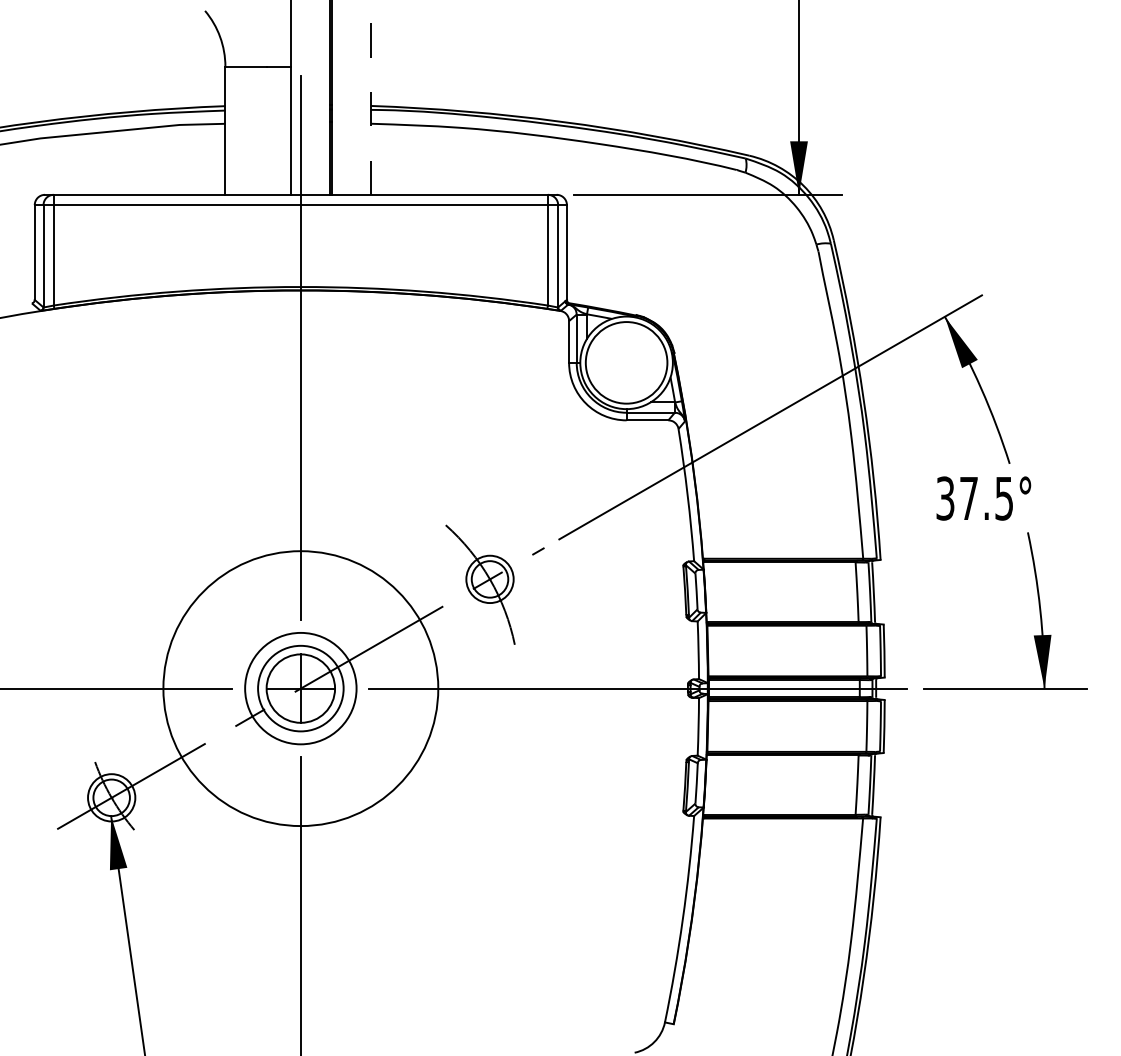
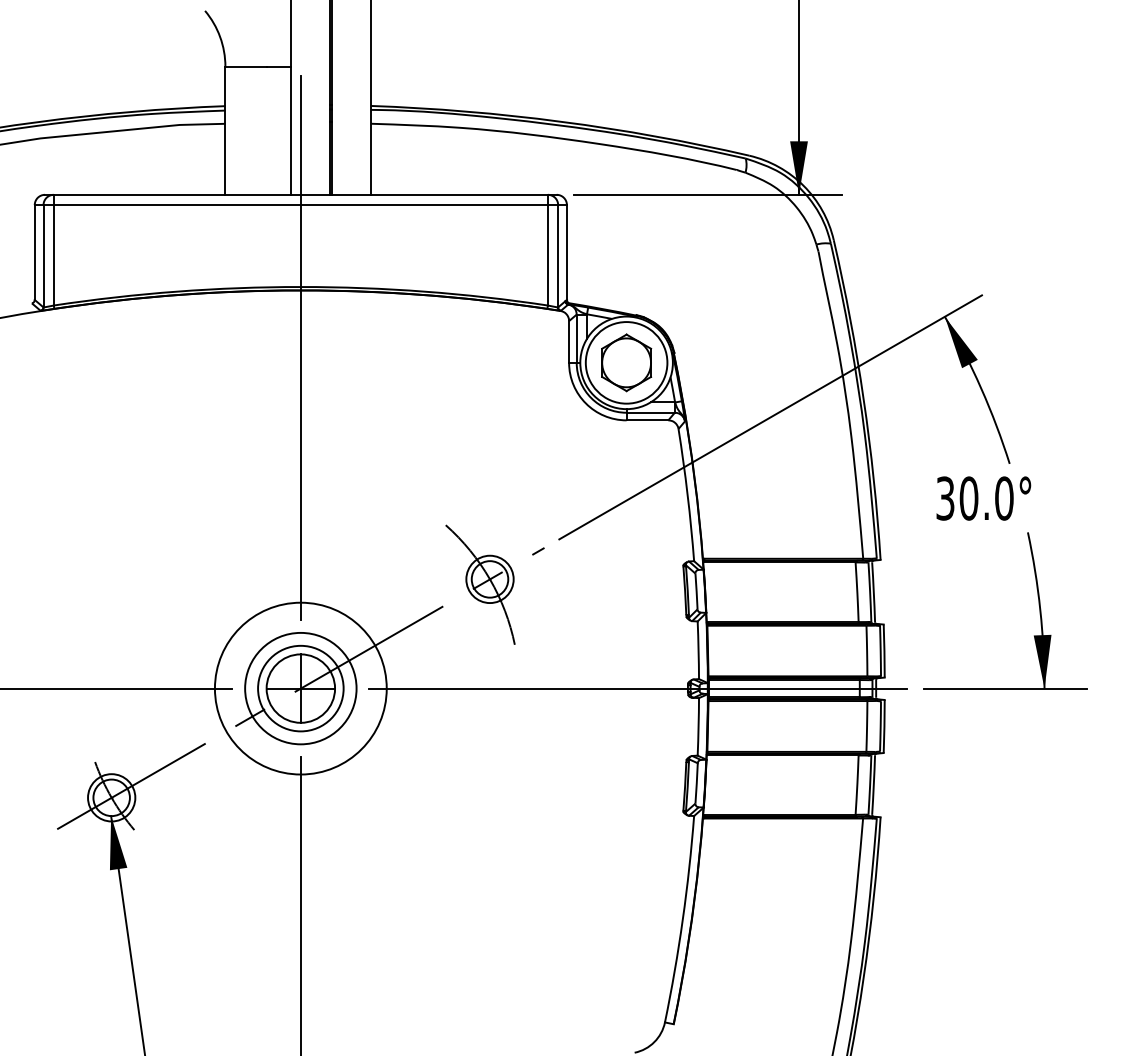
line at (371, 96): dashed -> solid
part at (626, 362): none -> present
text at (986, 498): 37.5° -> 30.0°
circle at (300, 688) diameter: 275 px -> 172 px
